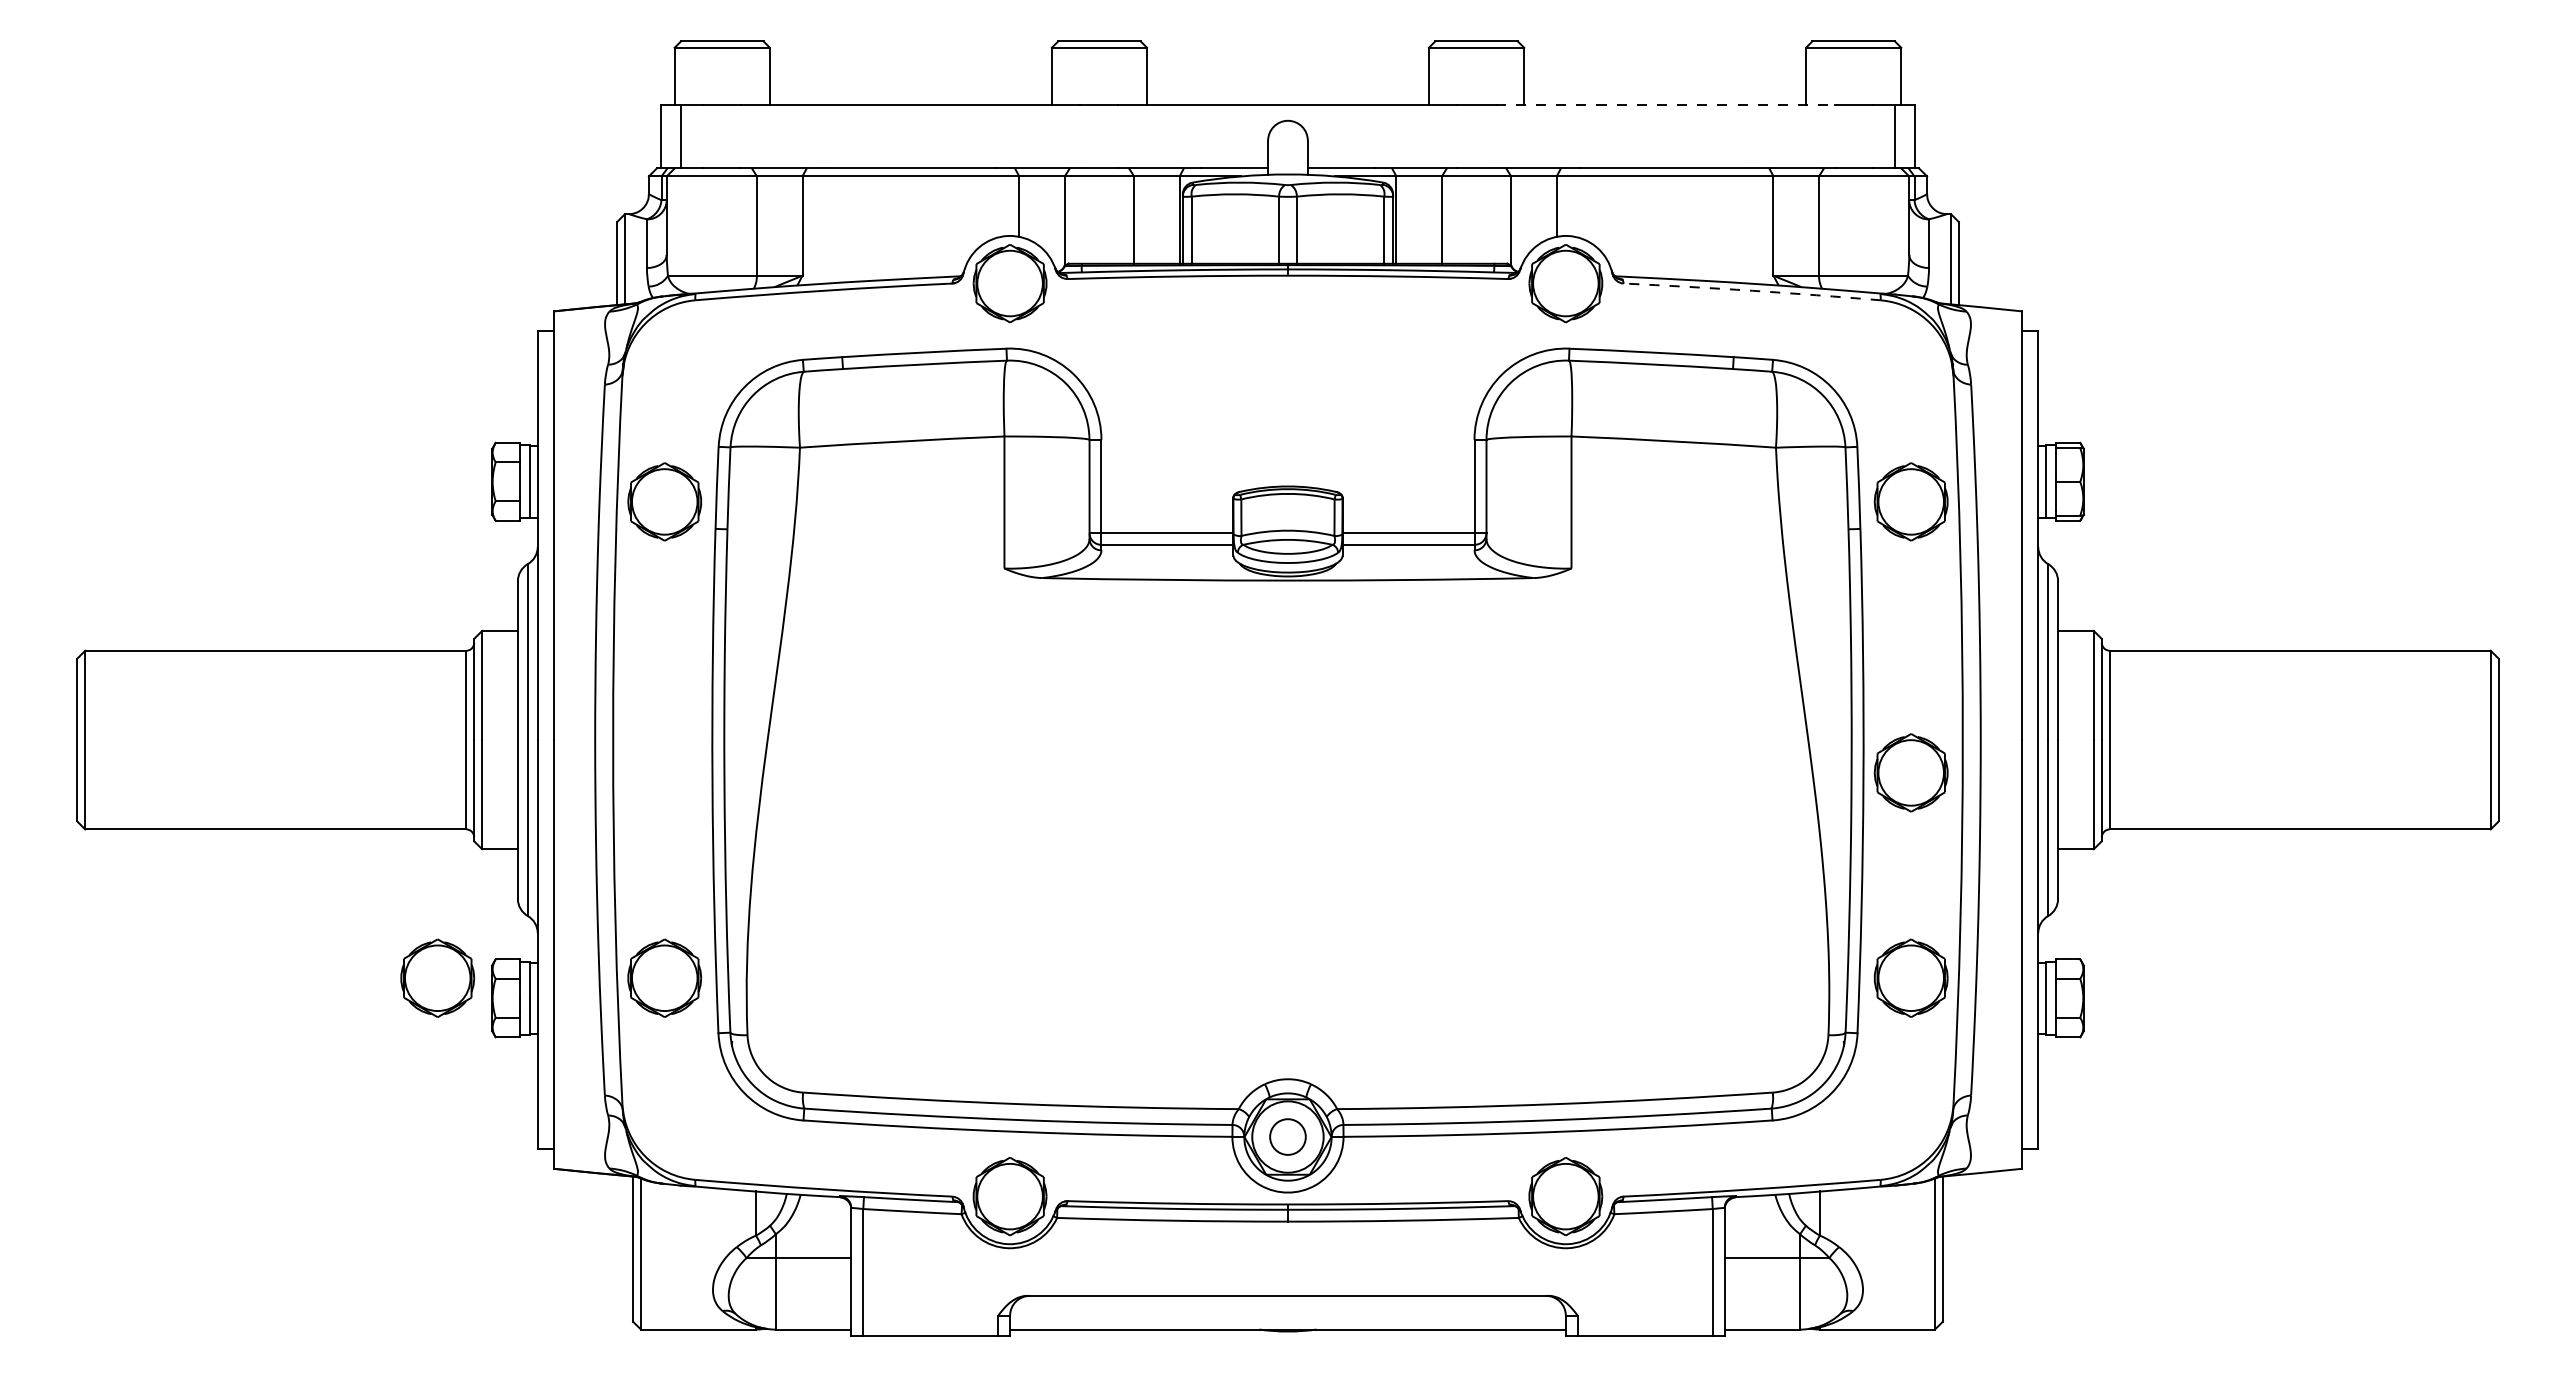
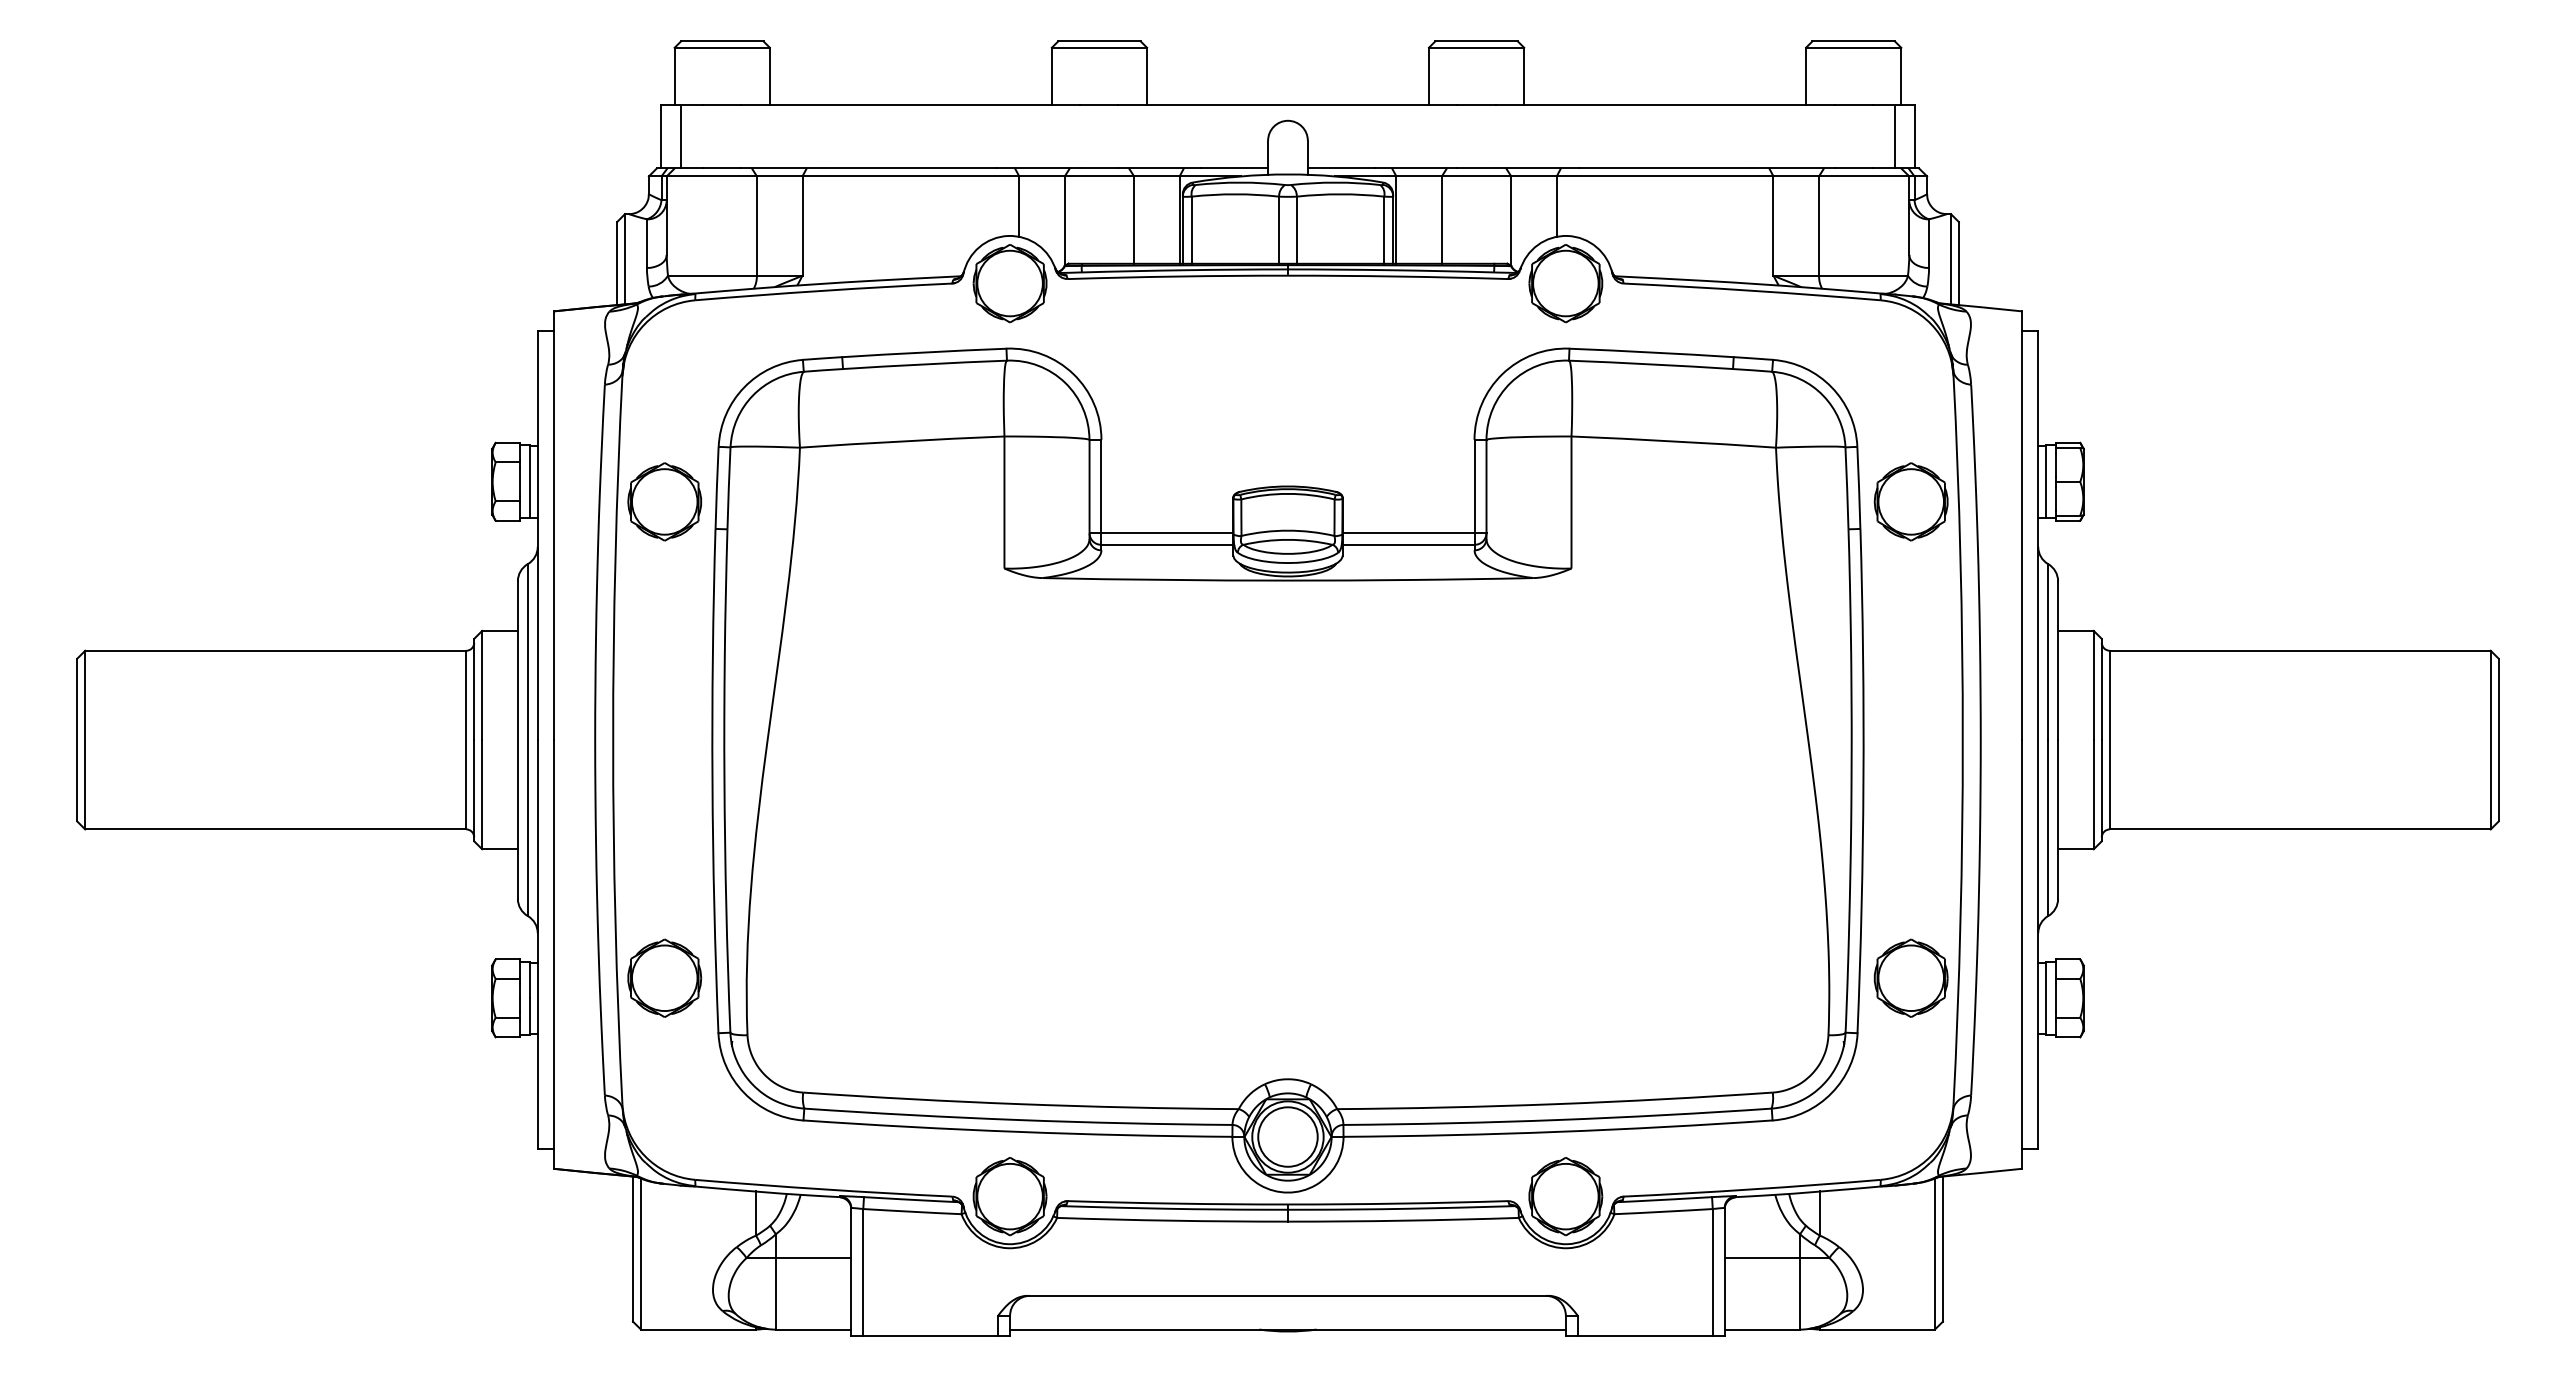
line at (1665, 104): dashed -> solid
arc at (1752, 290): dashed -> solid
part at (1910, 772): present -> none
part at (437, 977): present -> none
circle at (1287, 1136) diameter: 36 px -> 59 px
